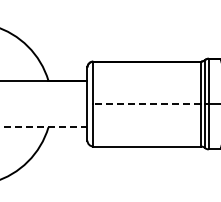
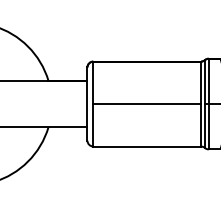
line at (147, 104): dashed -> solid
line at (44, 127): dashed -> solid
